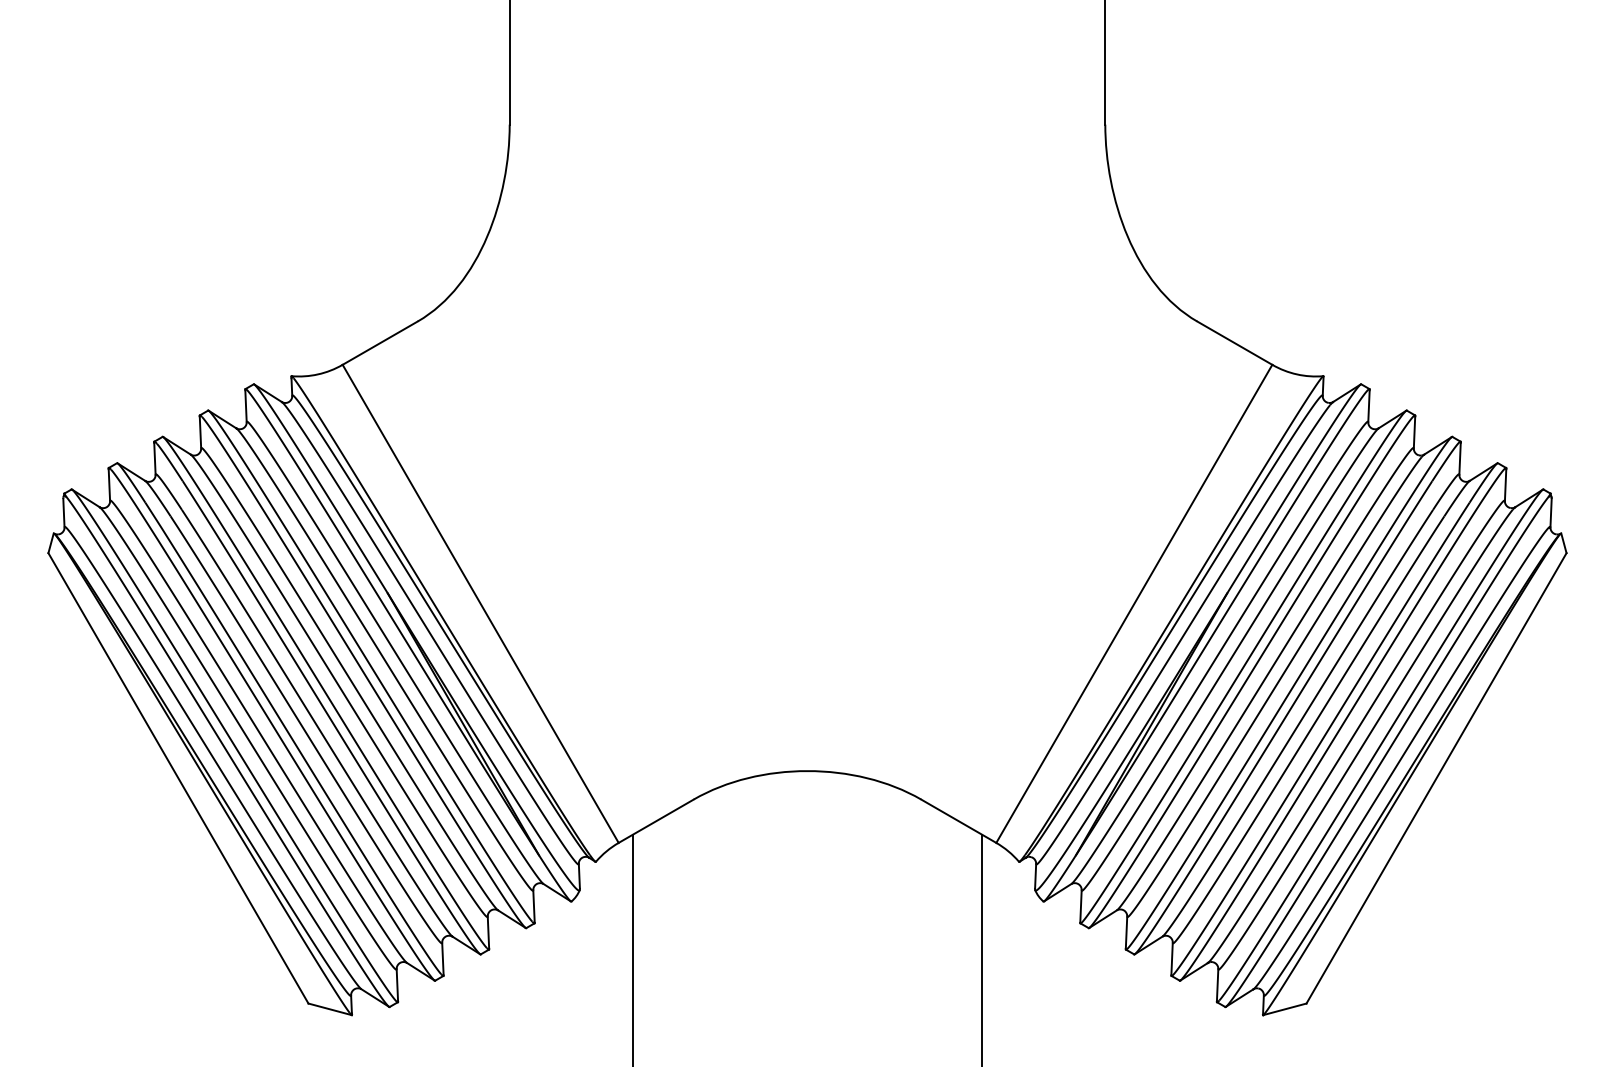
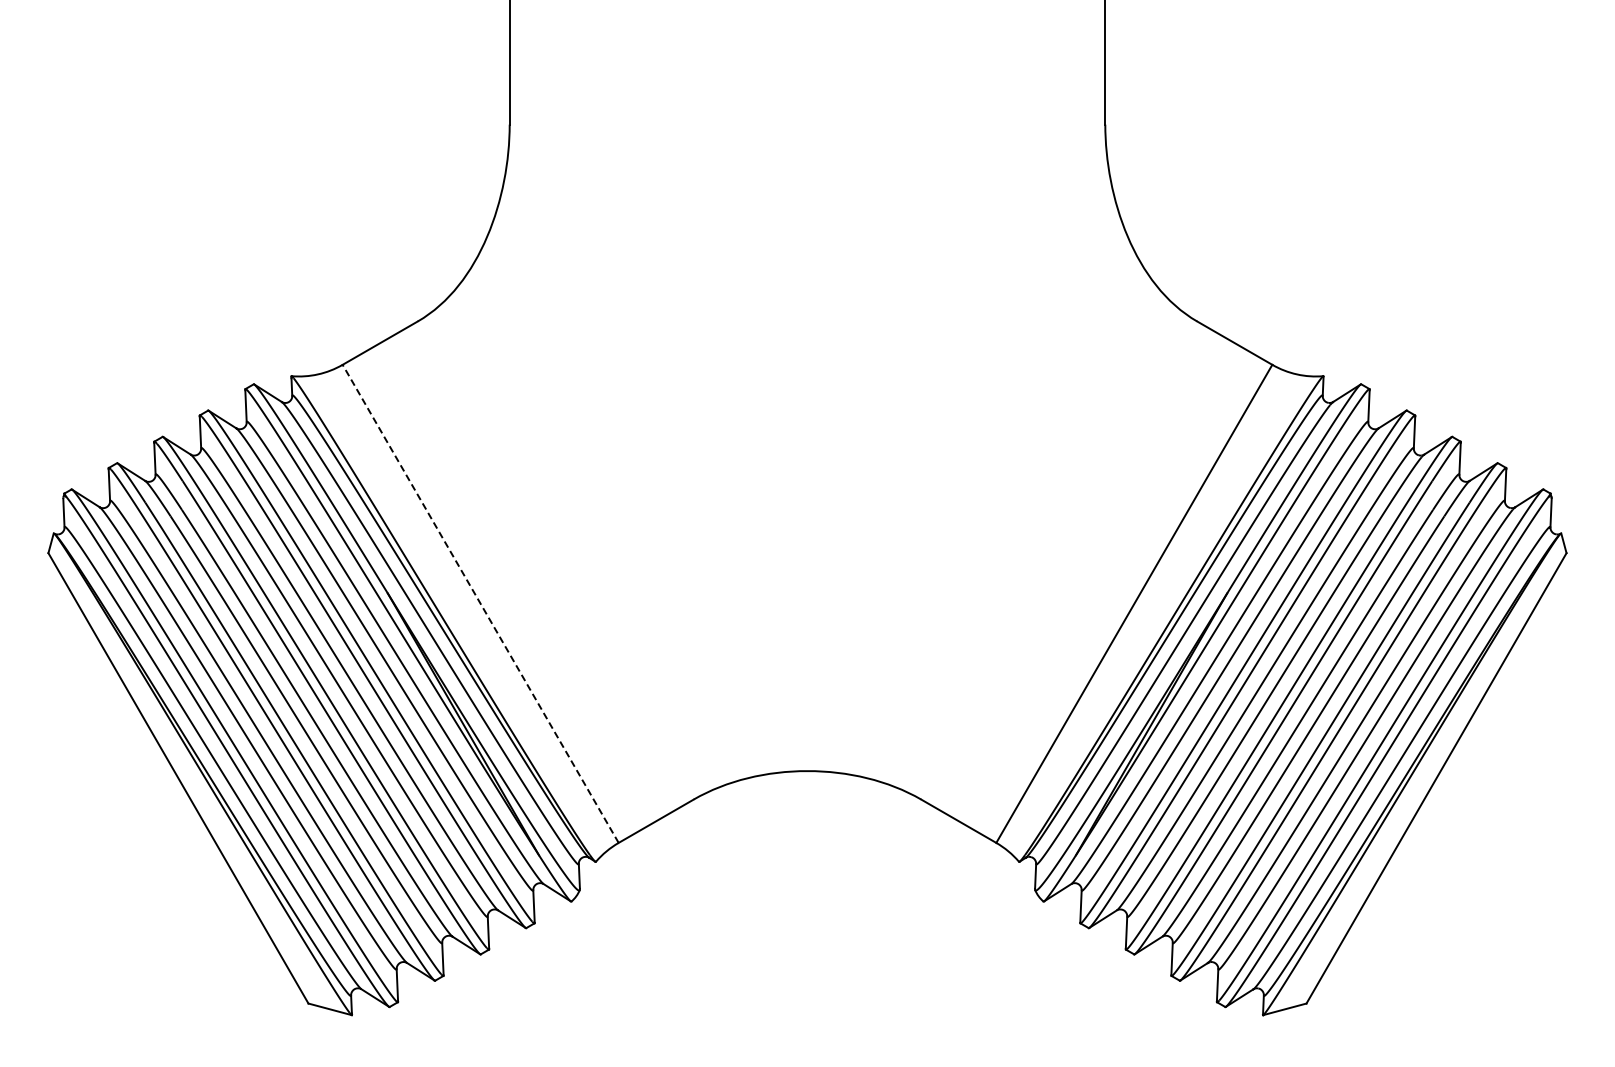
line at (480, 603): solid -> dashed
line at (633, 948): present -> none
line at (981, 948): present -> none
